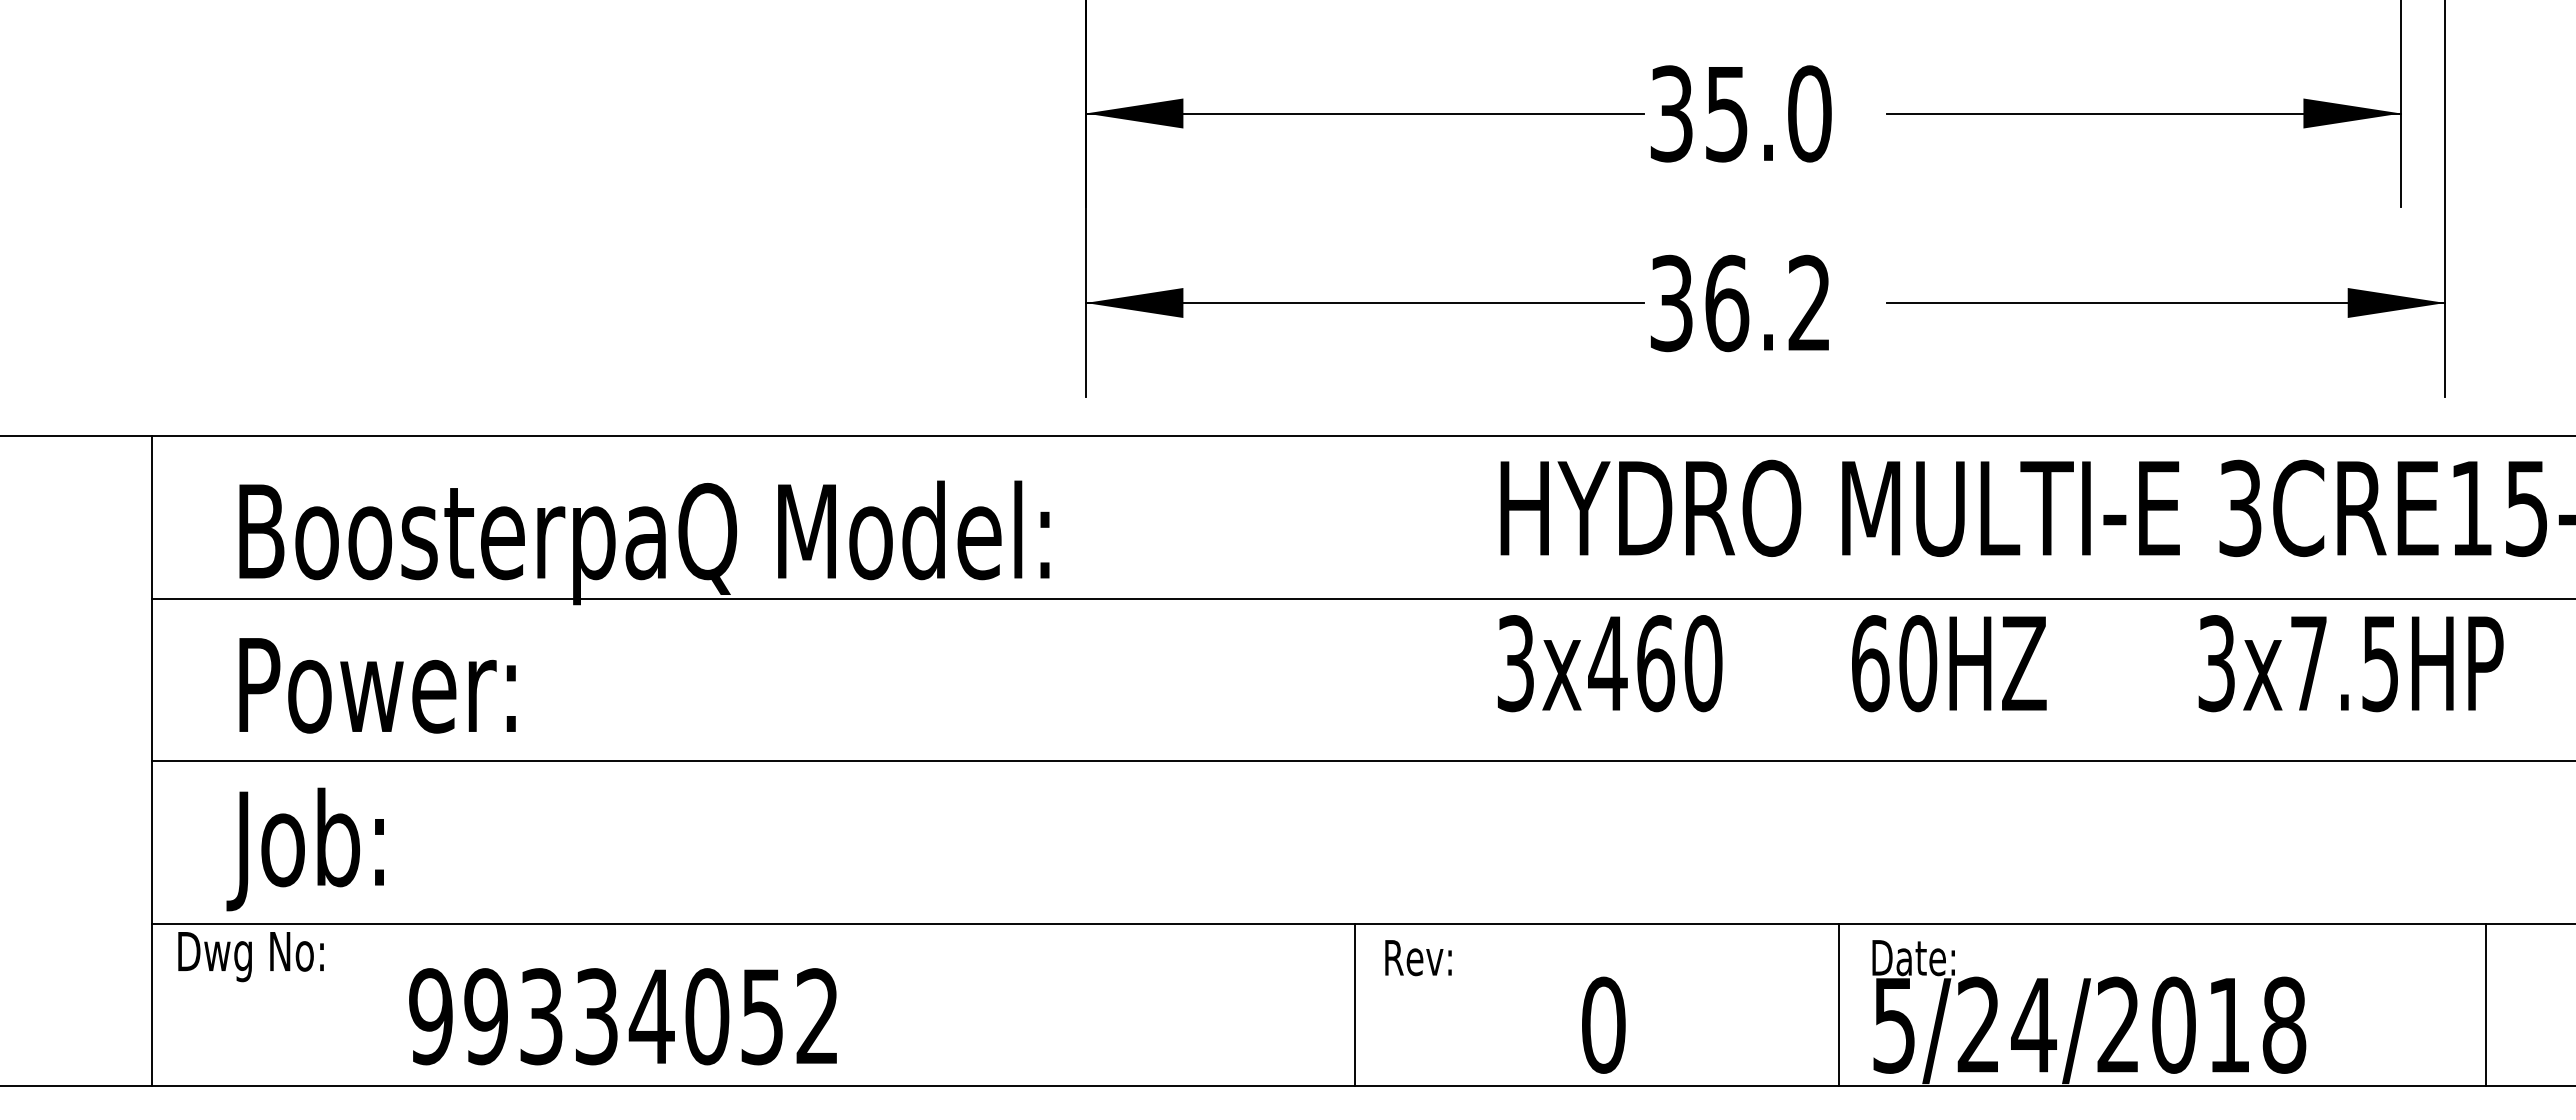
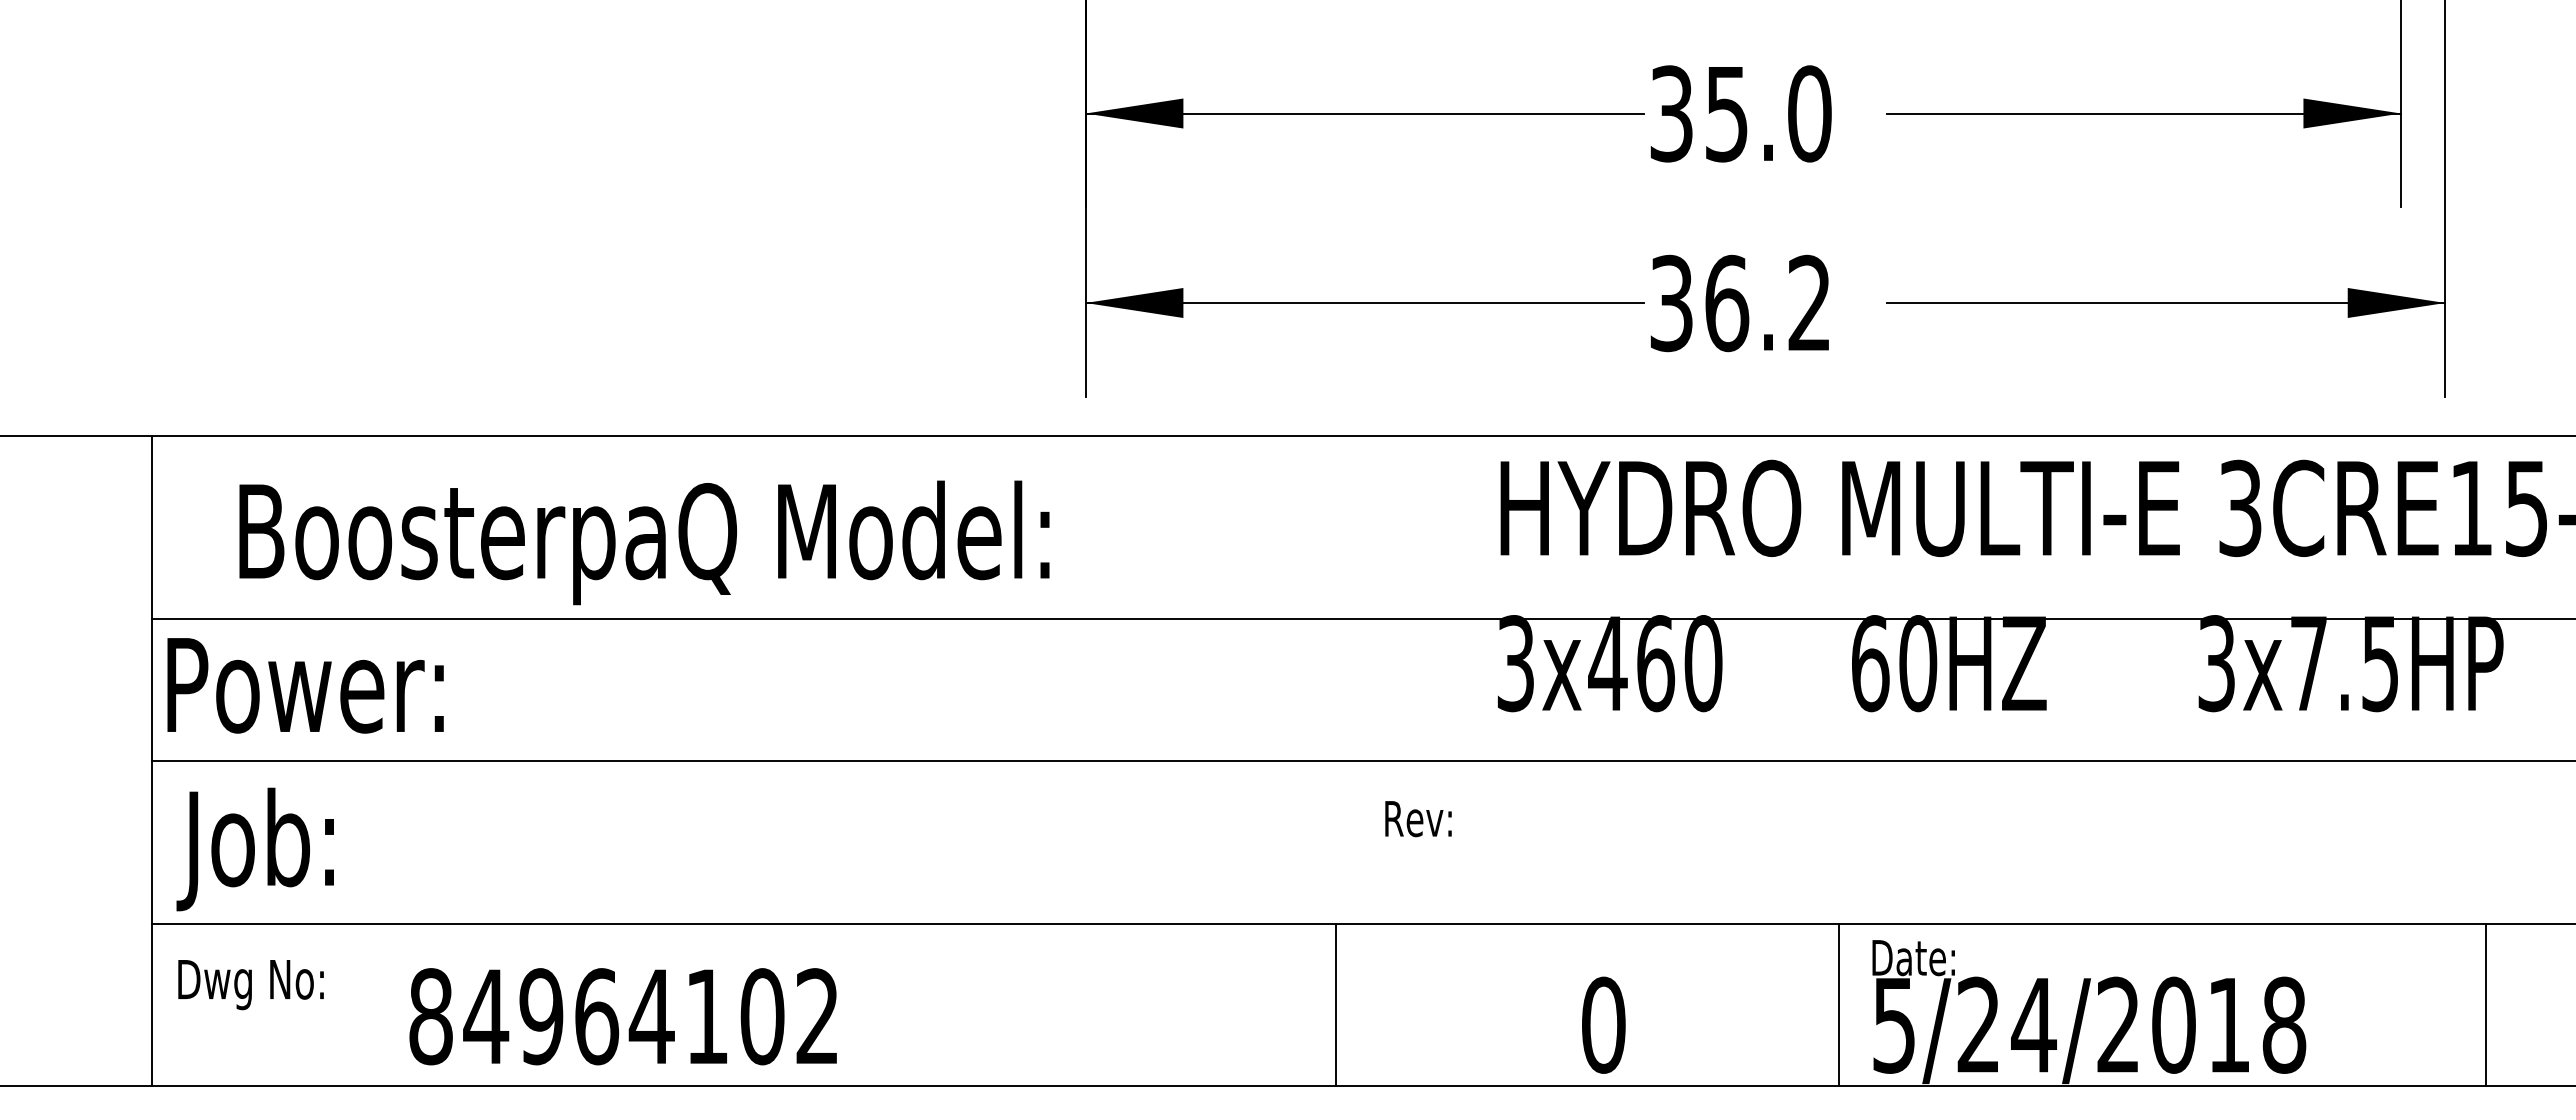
line at (1362, 598) position: (1362, 598) -> (1362, 618)
text at (377, 685) position: (377, 685) -> (305, 685)
text at (304, 849) position: (304, 849) -> (254, 849)
text at (250, 957) position: (250, 957) -> (250, 985)
text at (1418, 958) position: (1418, 958) -> (1418, 819)
line at (1355, 1004) position: (1355, 1004) -> (1336, 1004)
text at (596, 1016): 99334052 -> 84964102
